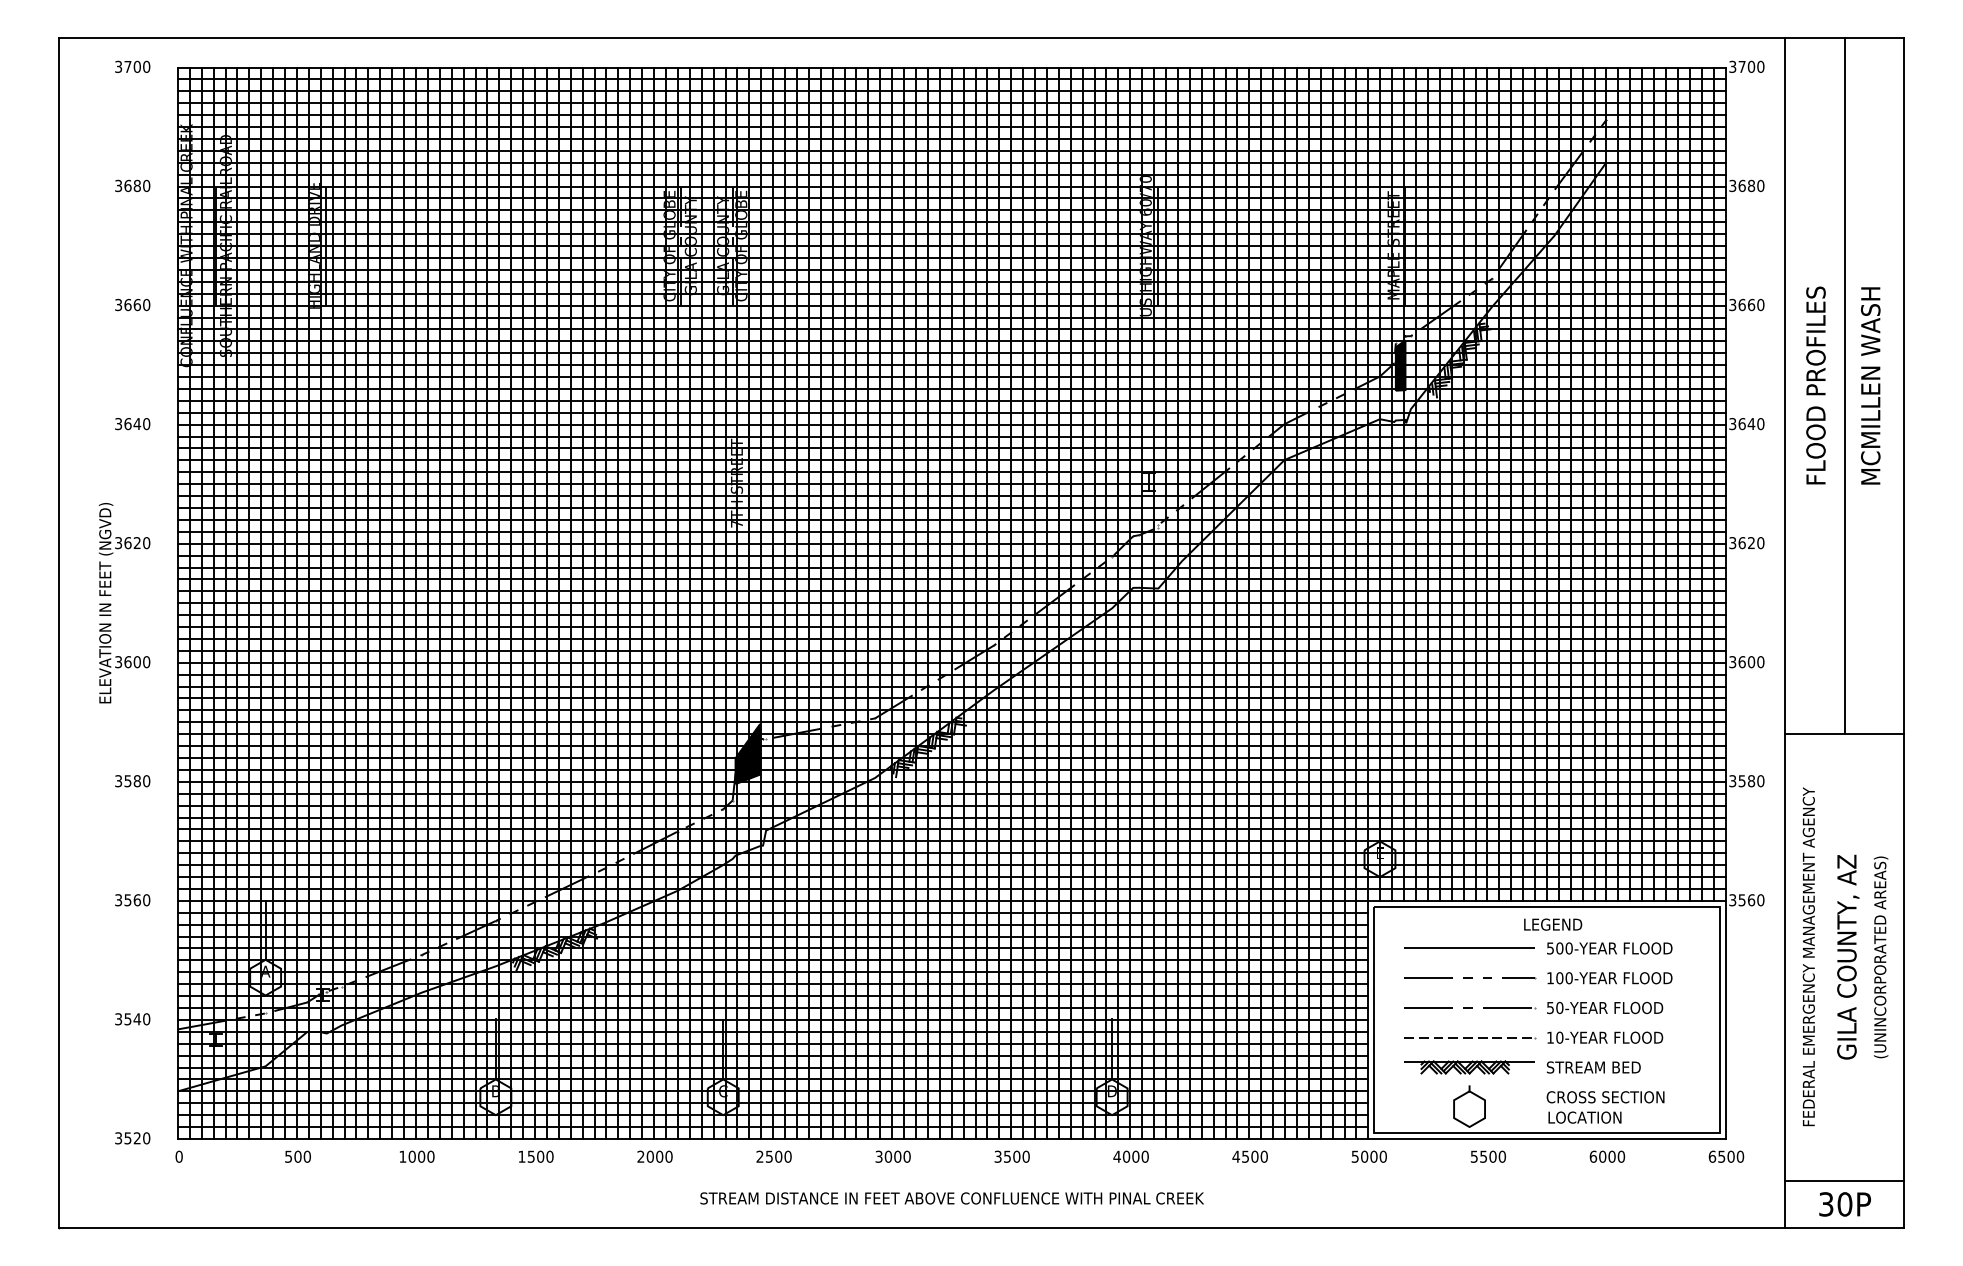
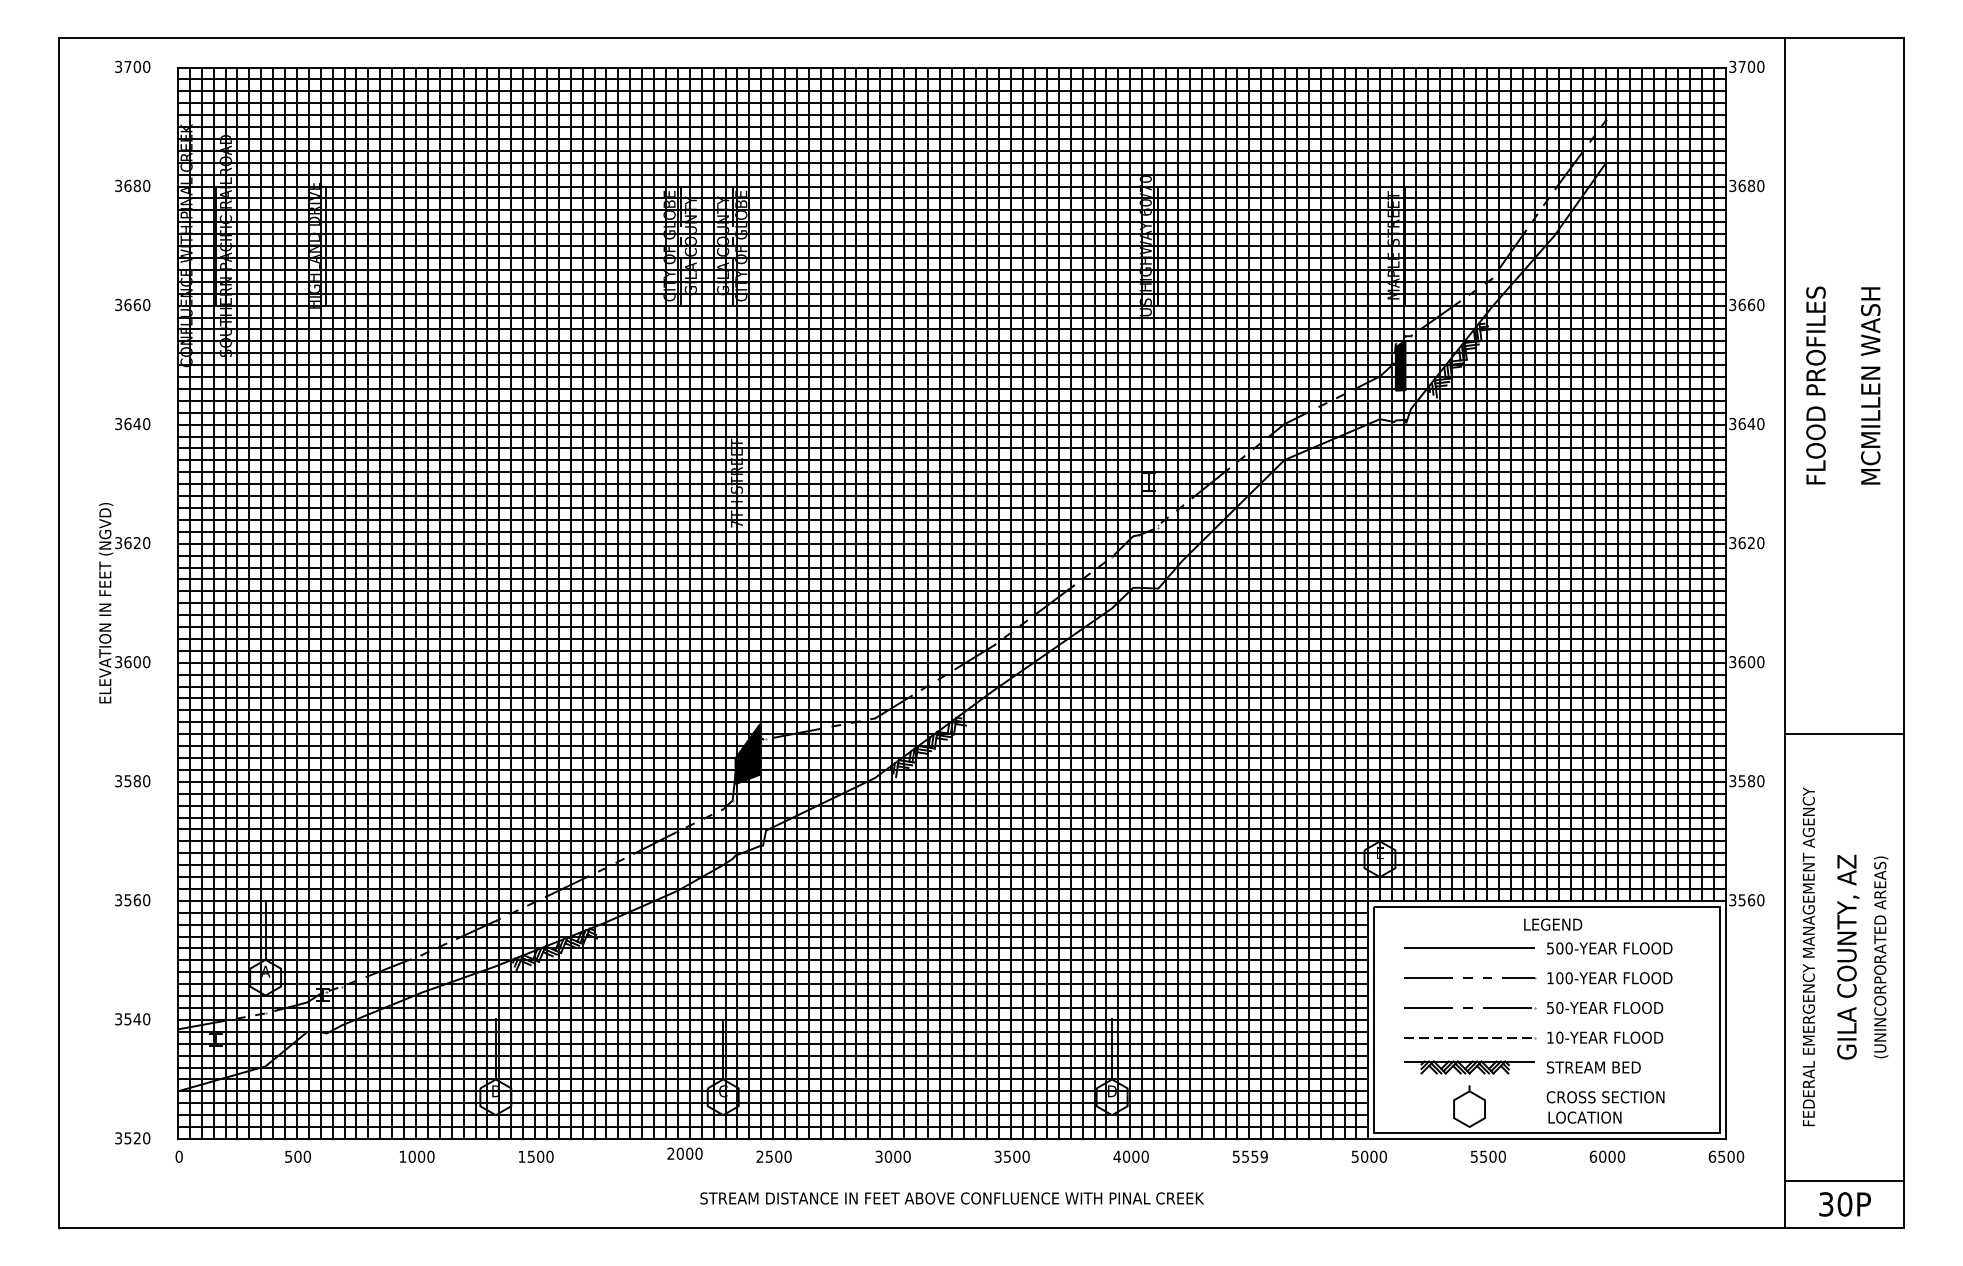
line at (1844, 385): present -> none
text at (654, 1156) position: (654, 1156) -> (684, 1153)
text at (1249, 1156): 4500 -> 5559
